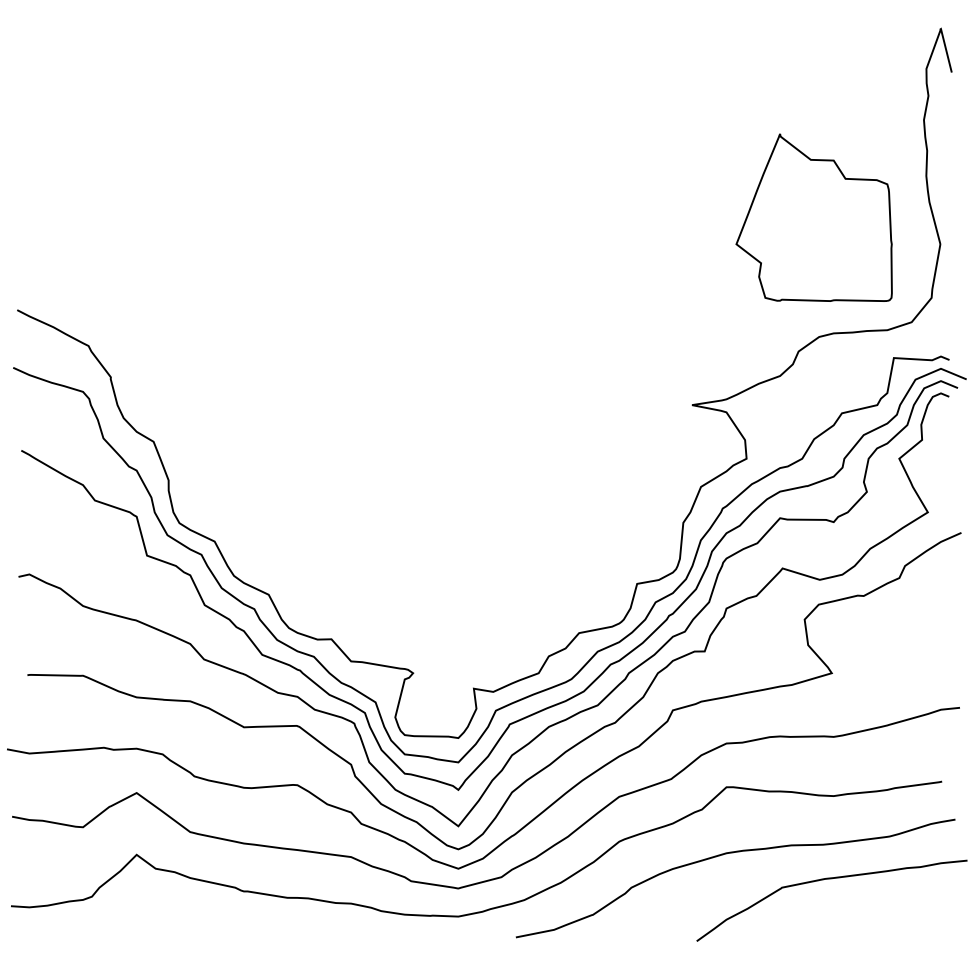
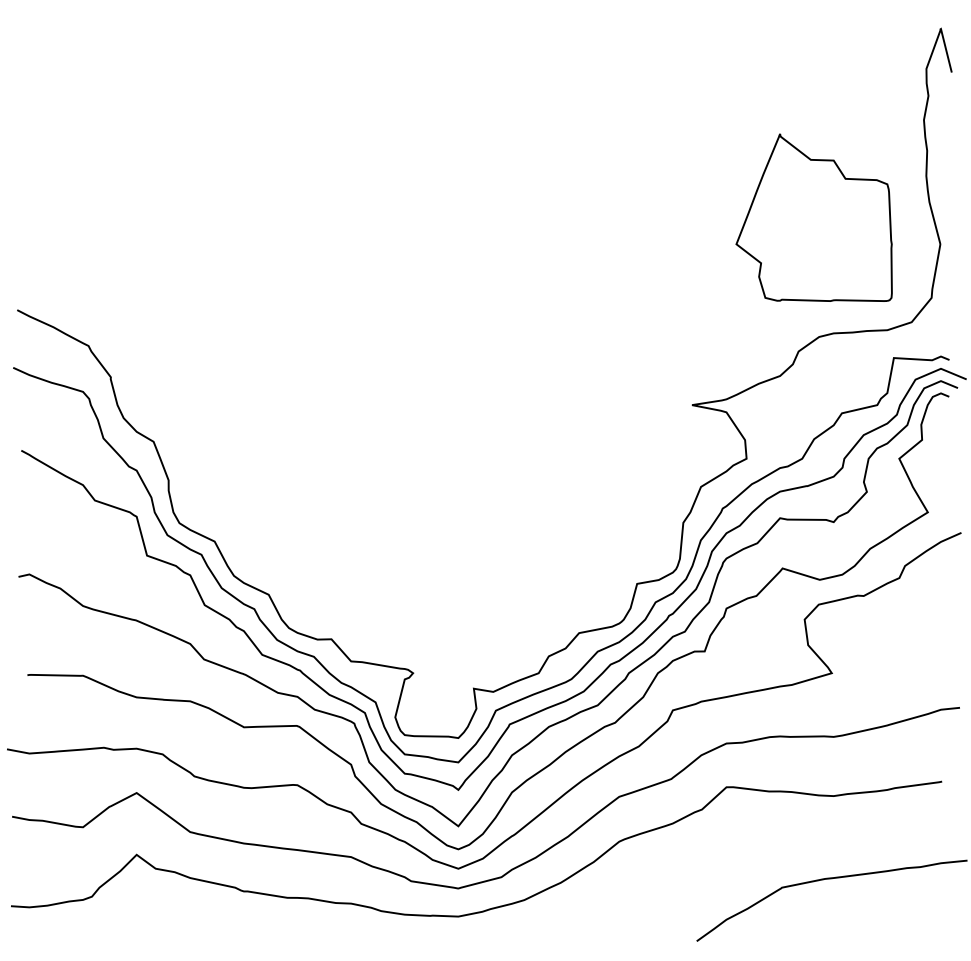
curve at (733, 853): present -> none
